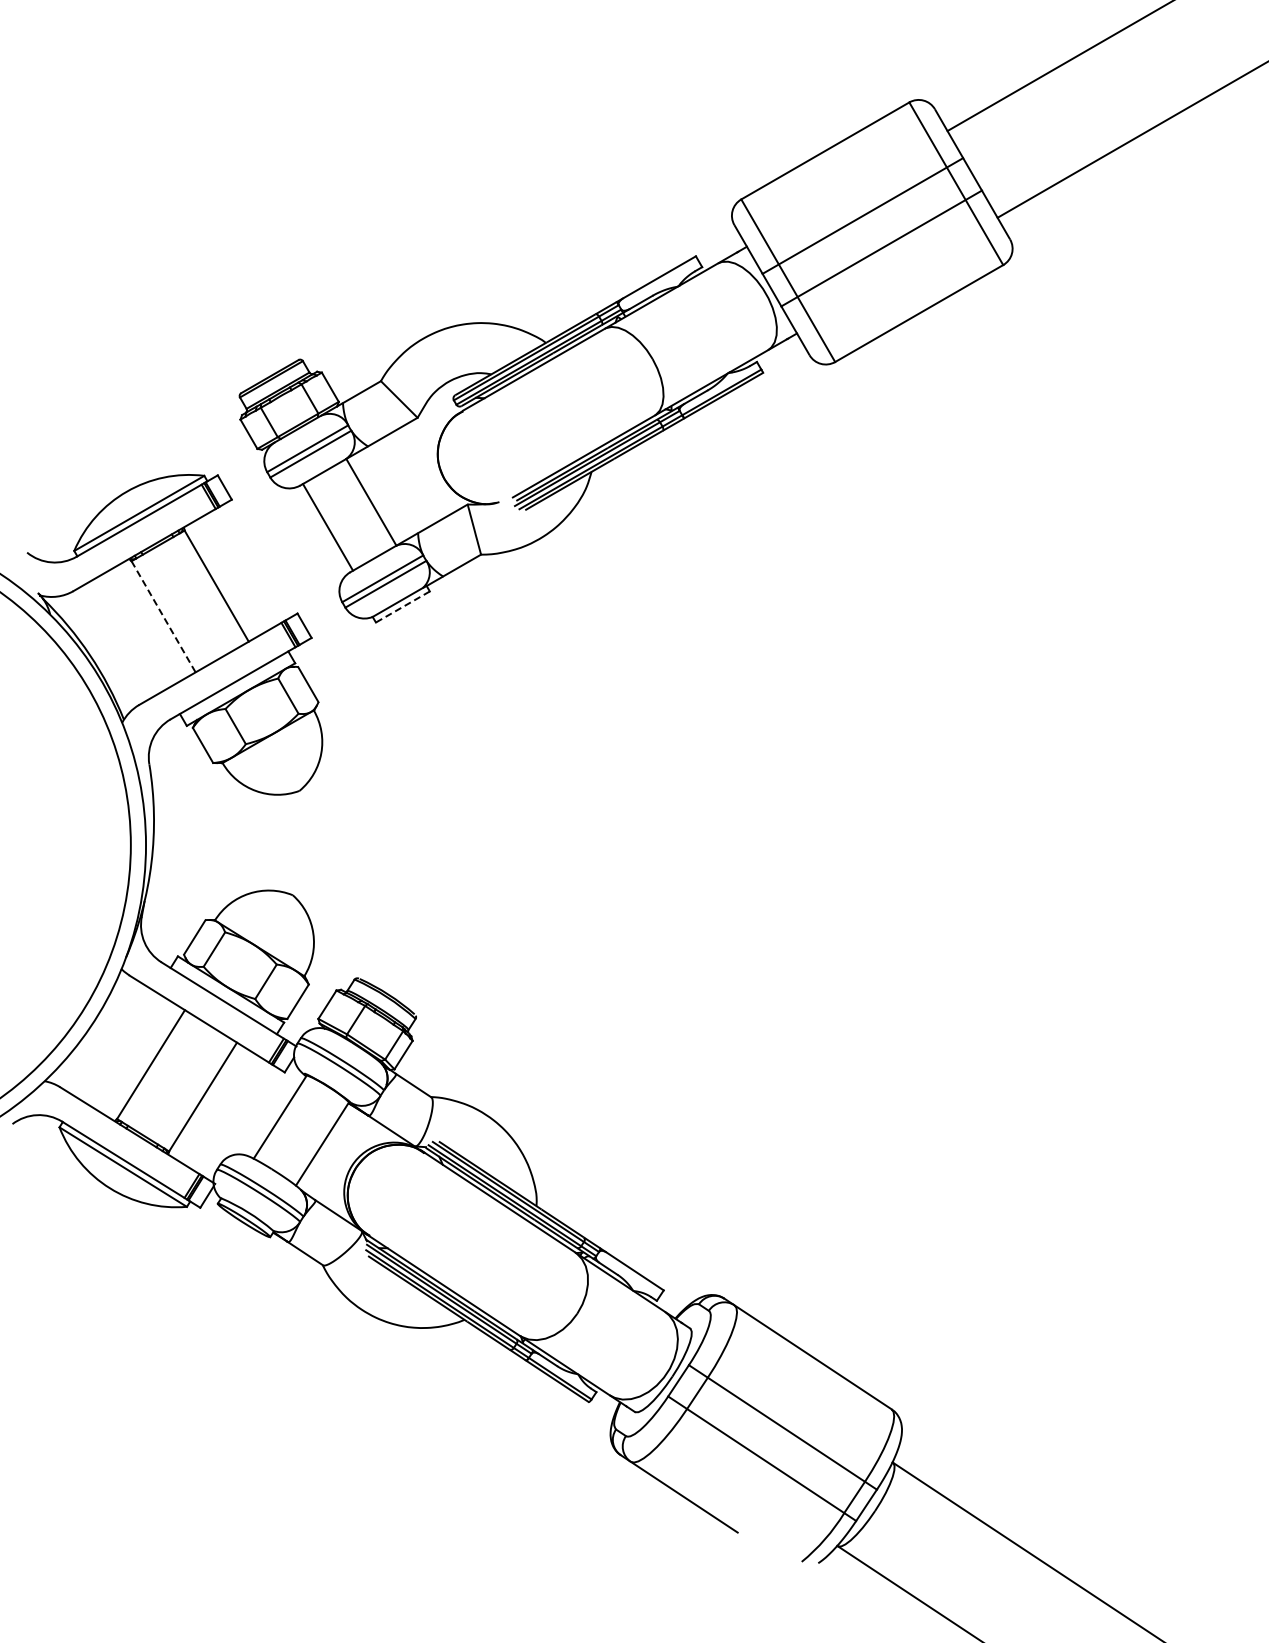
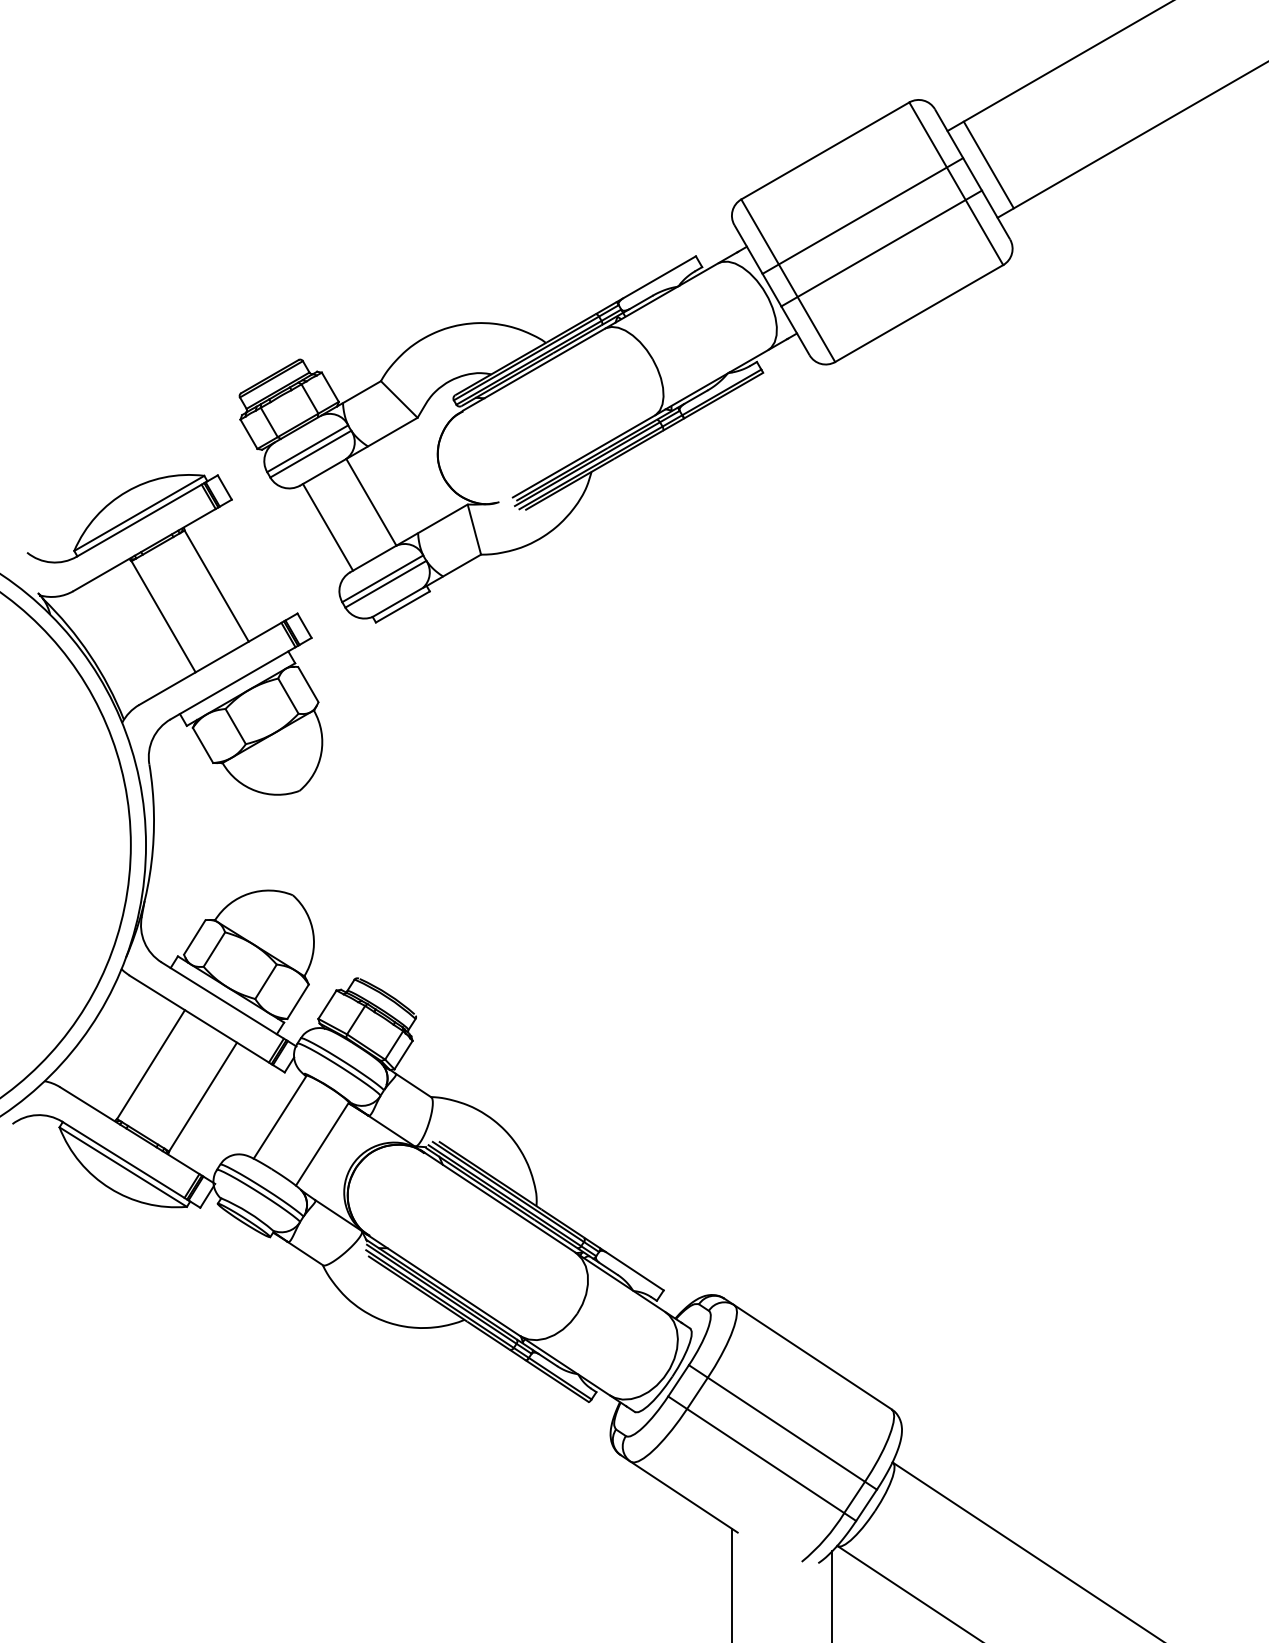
line at (988, 164): none -> present
line at (402, 607): dashed -> solid
line at (163, 617): dashed -> solid
line at (732, 1583): none -> present
line at (832, 1595): none -> present
